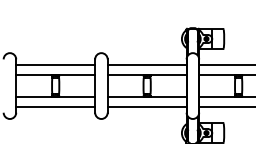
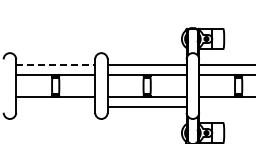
line at (56, 64): solid -> dashed
line at (55, 107): present -> none
line at (225, 107): present -> none
